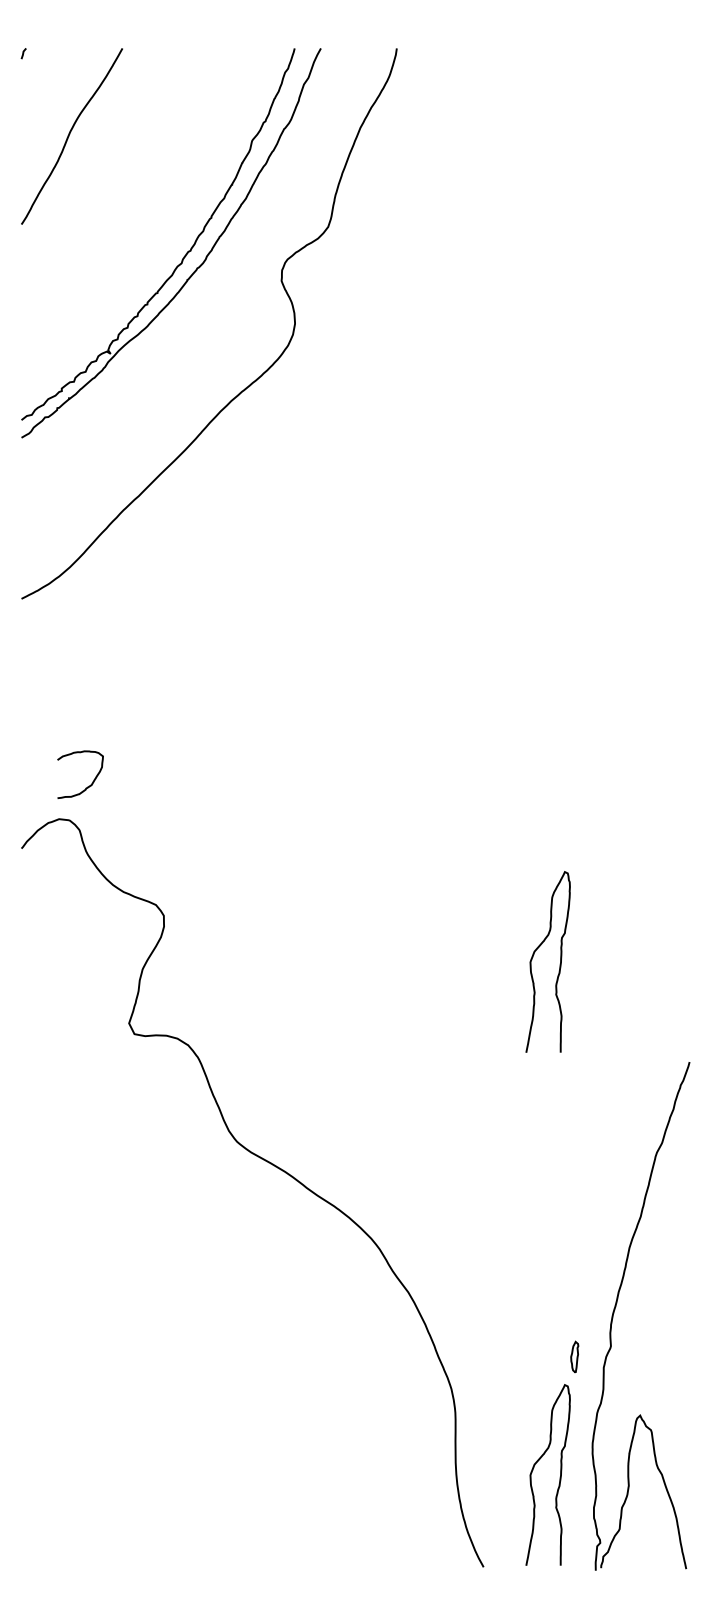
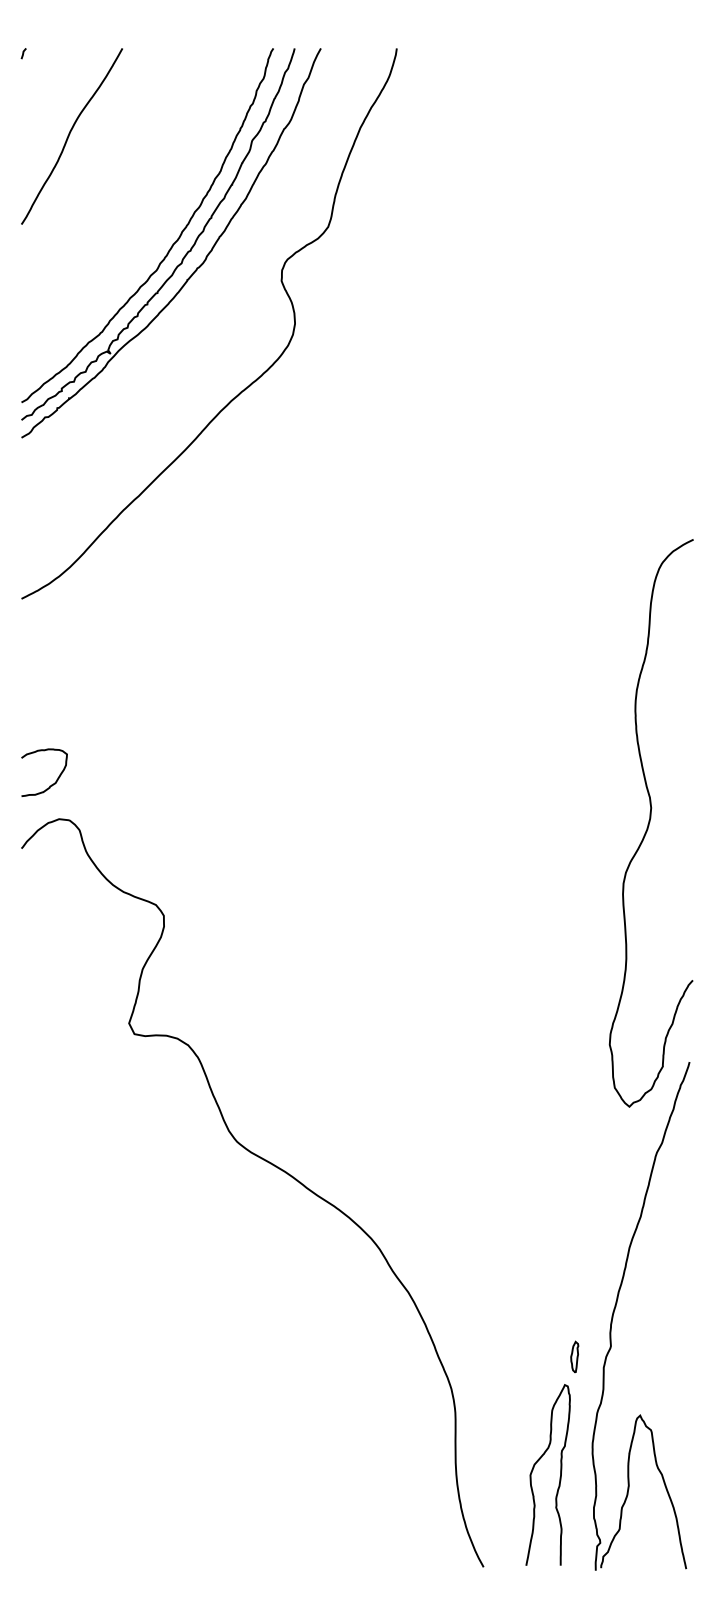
curve at (171, 245): none -> present
curve at (92, 781) position: (92, 781) -> (56, 779)
curve at (650, 822): none -> present
curve at (559, 964): present -> none
